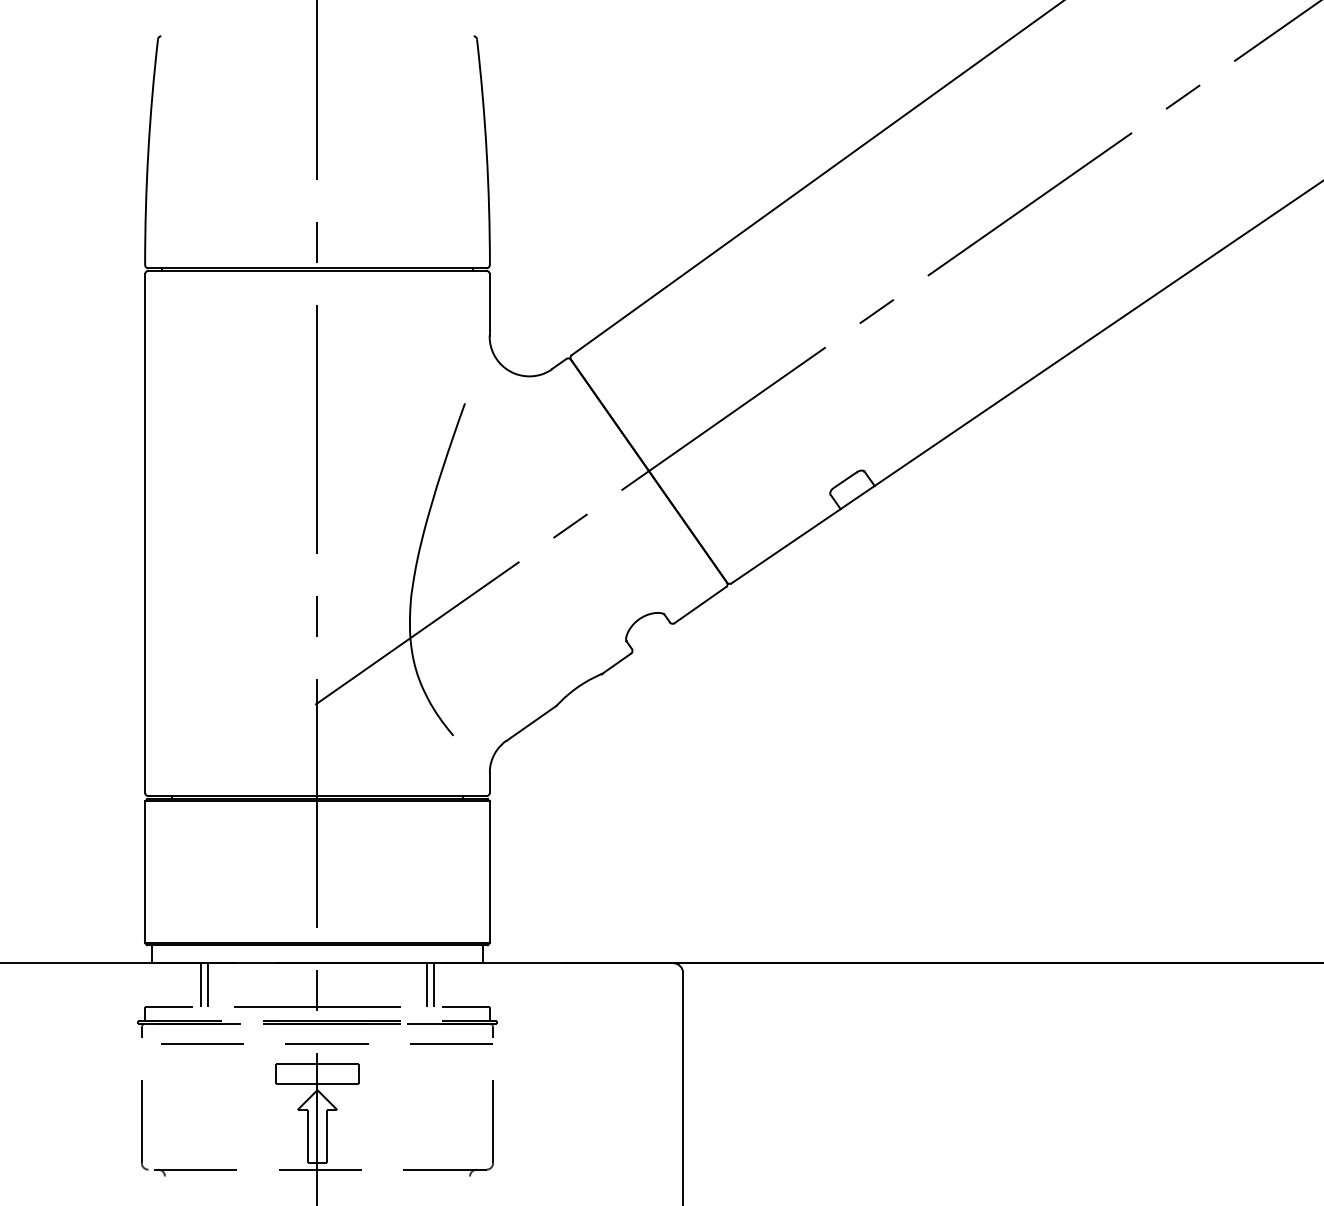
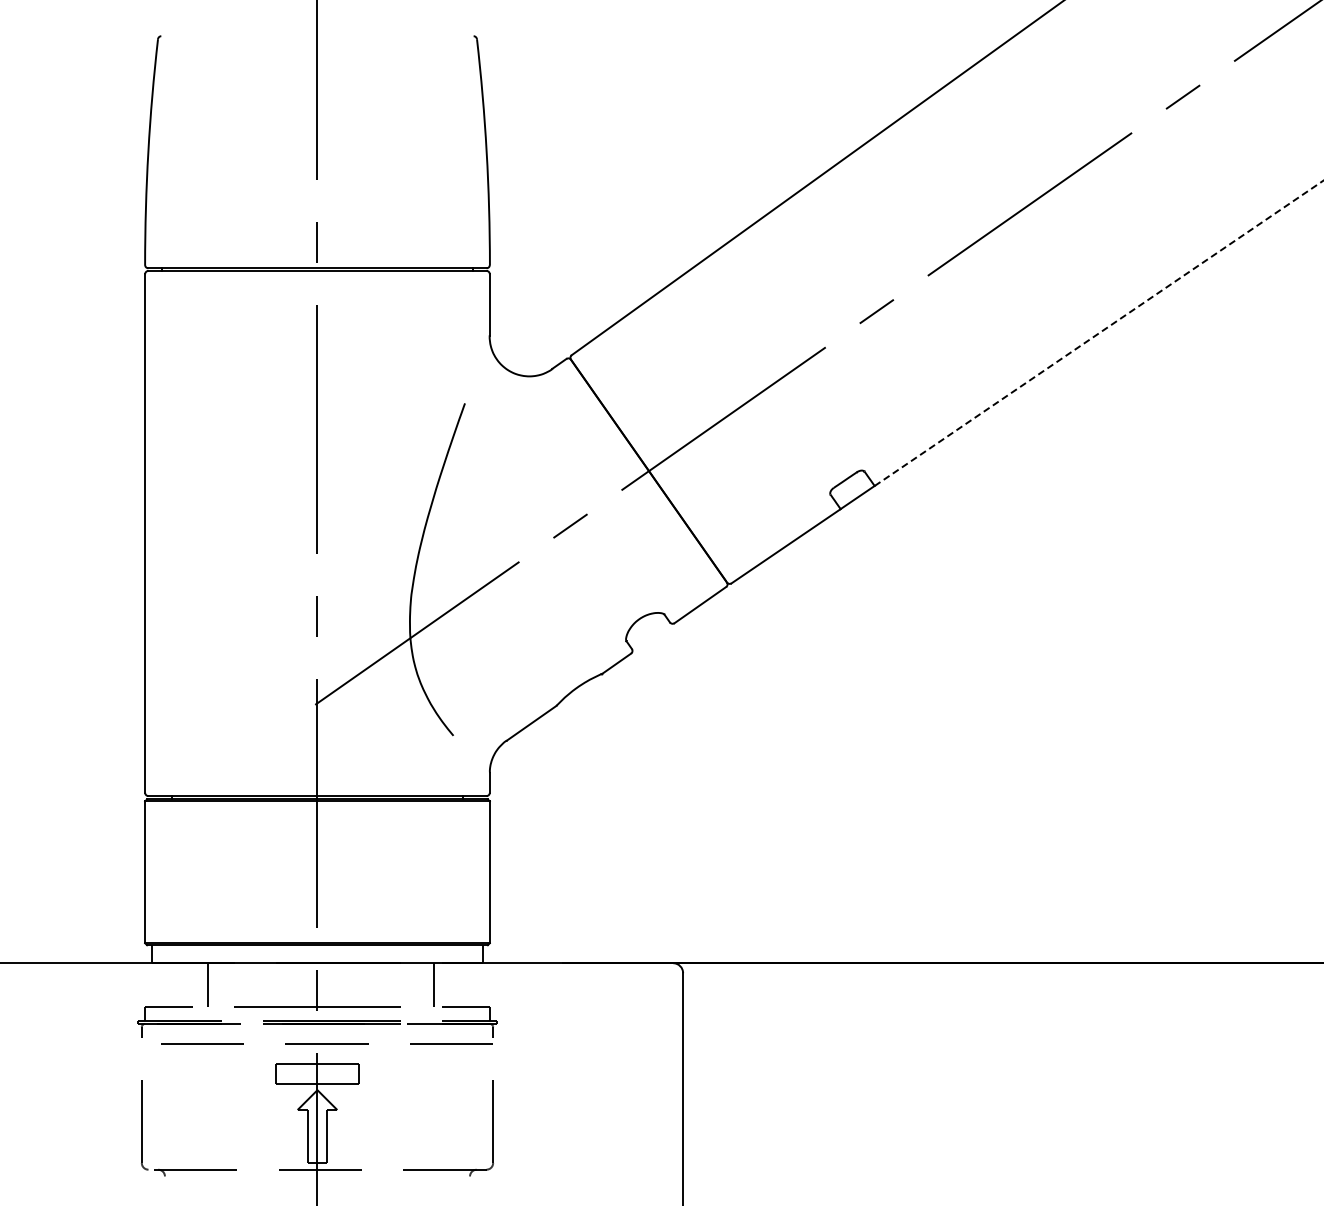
line at (1099, 333): solid -> dashed
line at (201, 985): present -> none
line at (426, 985): present -> none
